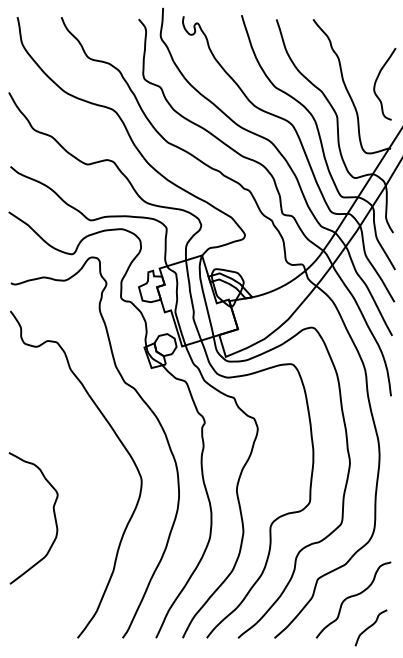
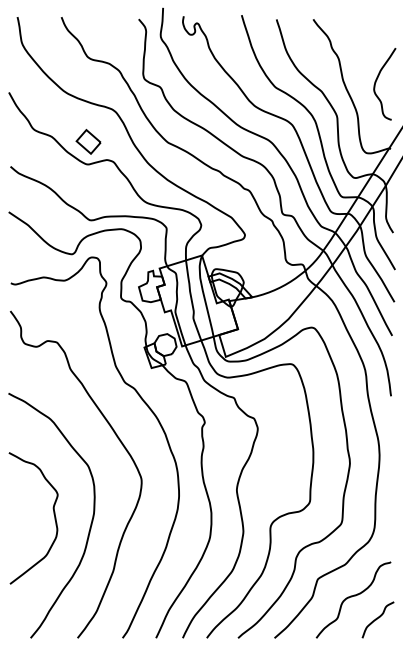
part at (88, 141): none -> present
curve at (90, 523): none -> present
curve at (370, 627) position: (370, 627) -> (377, 619)
